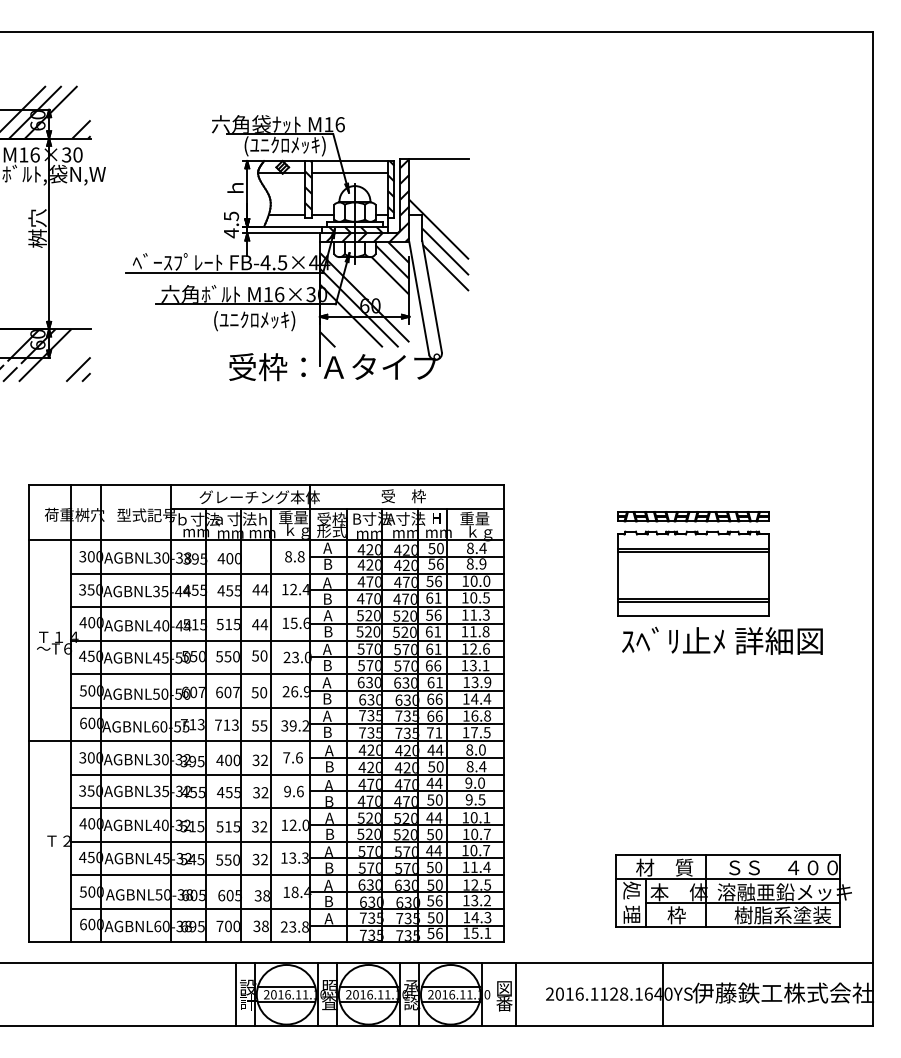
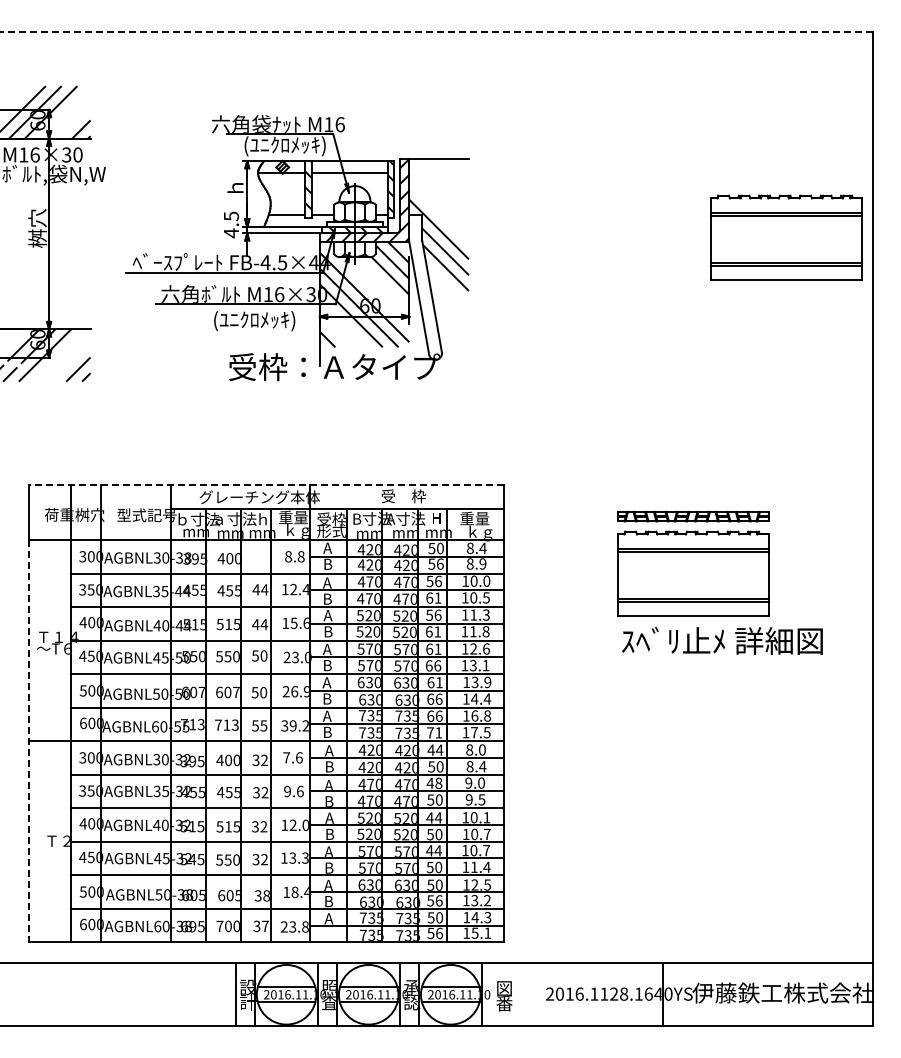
line at (436, 31): solid -> dashed
part at (786, 237): none -> present
line at (265, 485): solid -> dashed
line at (28, 741): solid -> dashed
text at (438, 783): 44 -> 48
part at (733, 890): present -> none
text at (265, 926): 38 -> 37
line at (515, 994): present -> none
